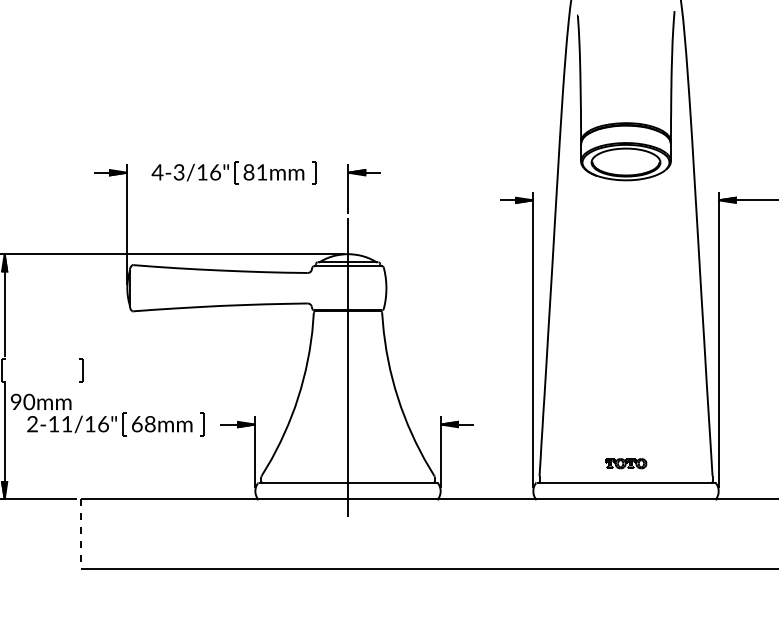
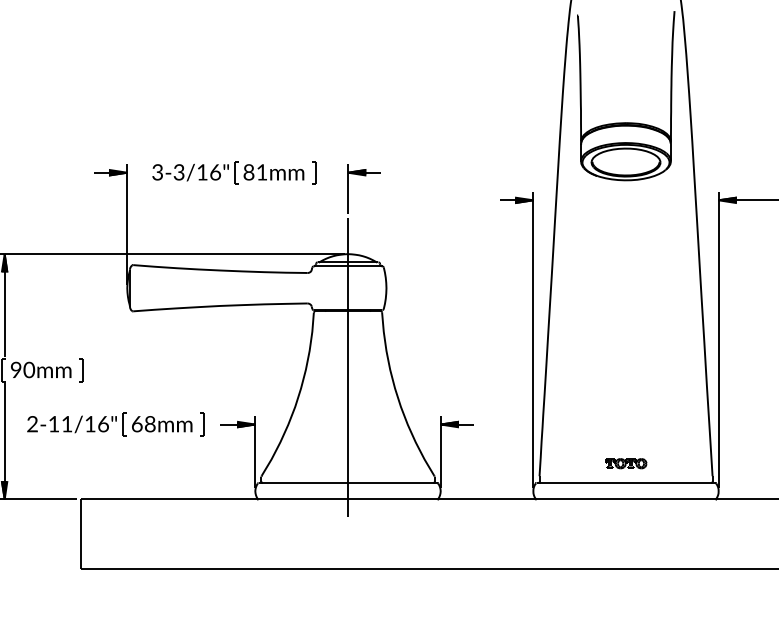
text at (157, 172): 4-3/16" -> 3-3/16"
text at (41, 401) position: (41, 401) -> (41, 369)
line at (80, 534): dashed -> solid
